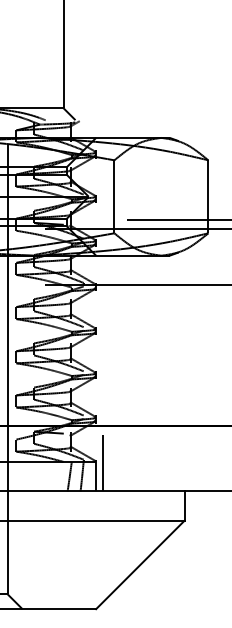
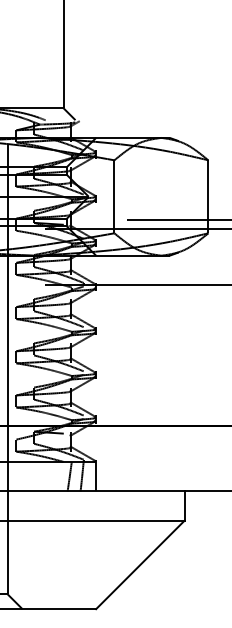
line at (103, 463): present -> none
